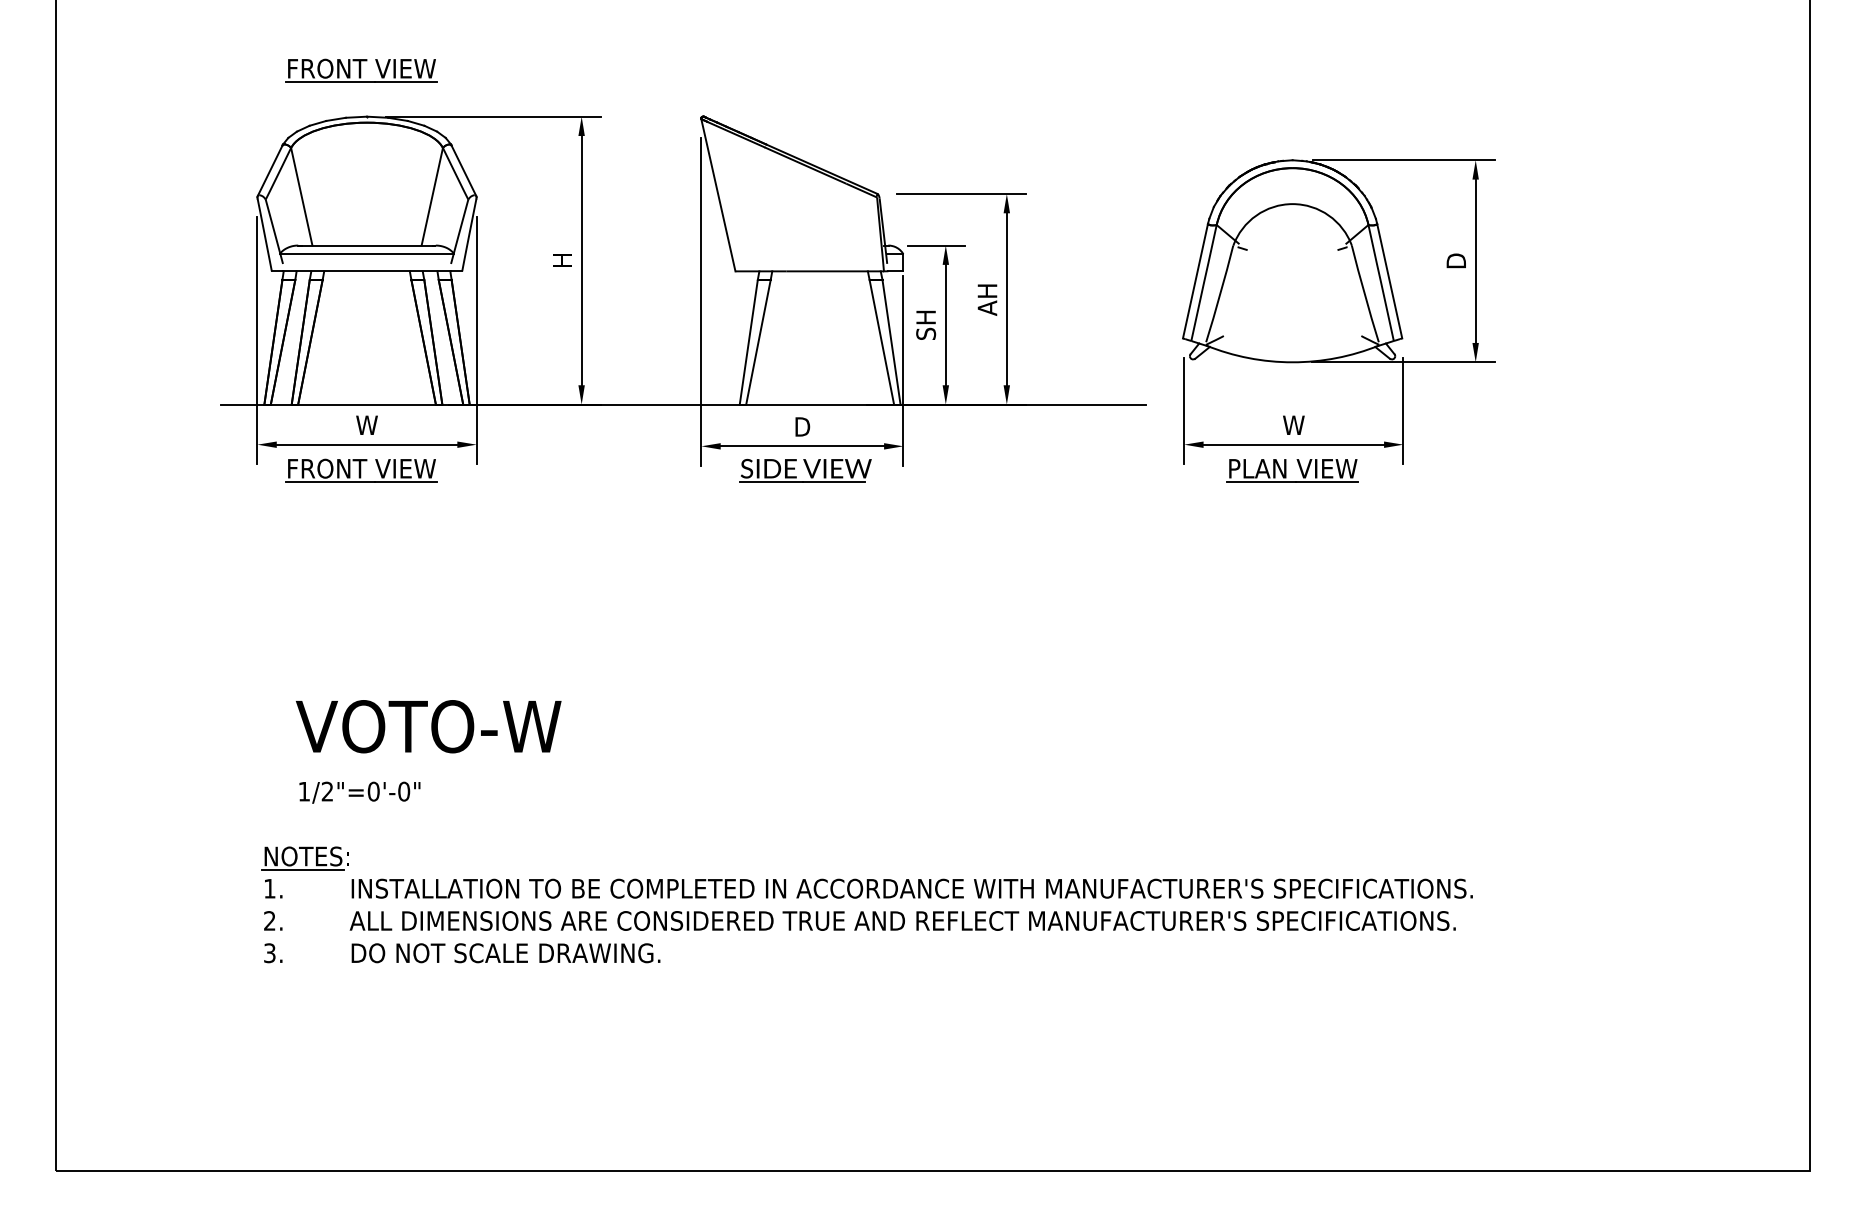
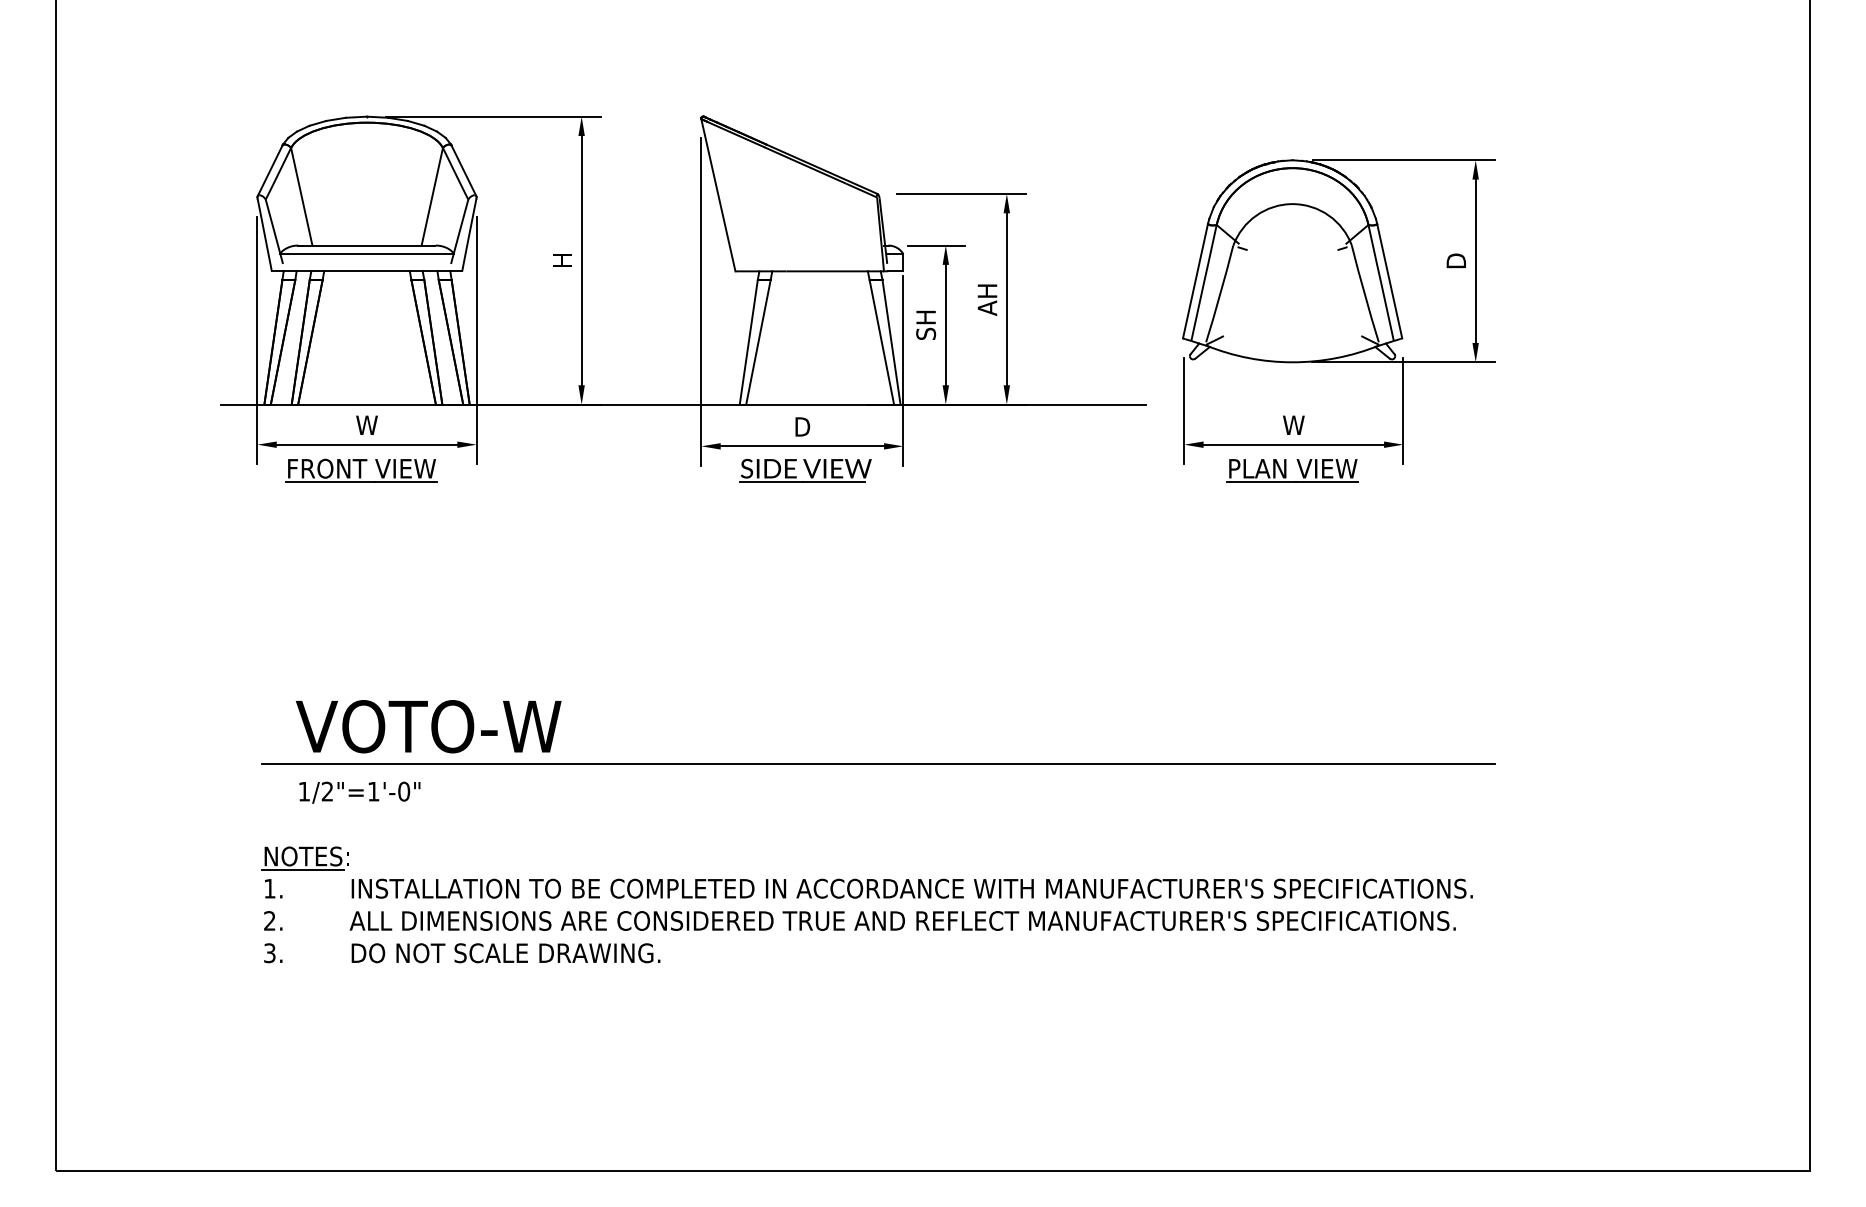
part at (361, 70): present -> none
line at (878, 764): none -> present
text at (373, 791): 1/2"=0'-0" -> 1/2"=1'-0"
